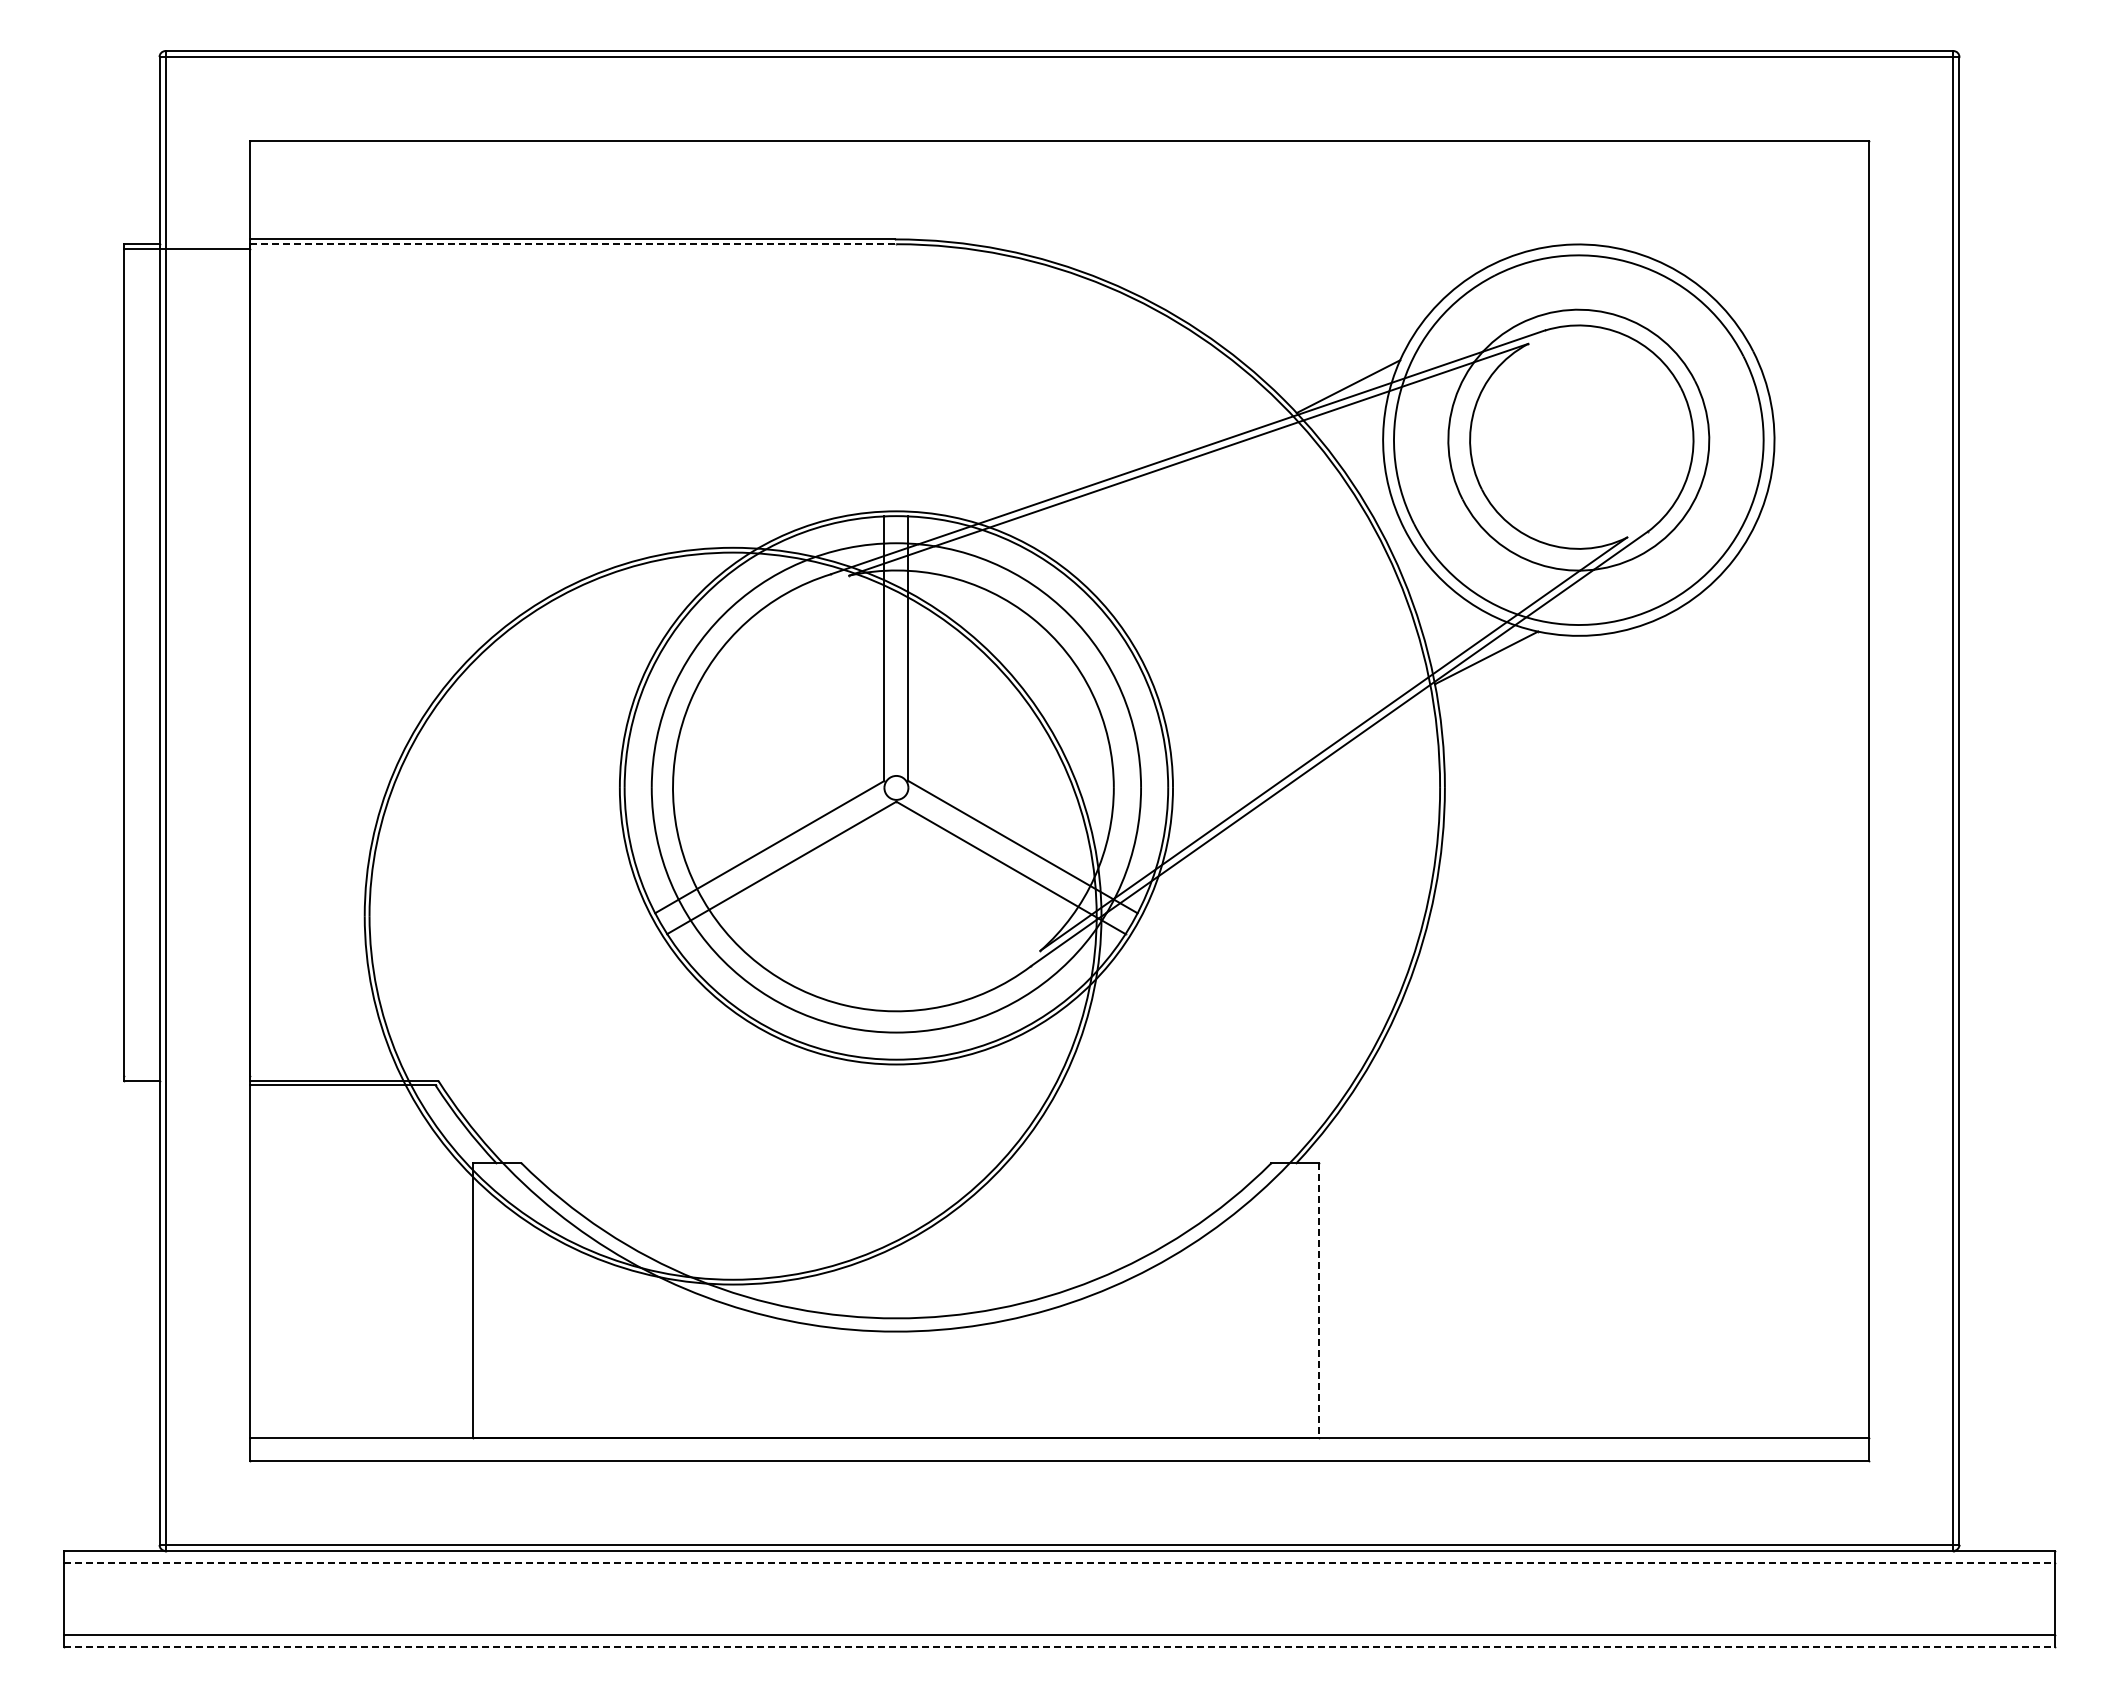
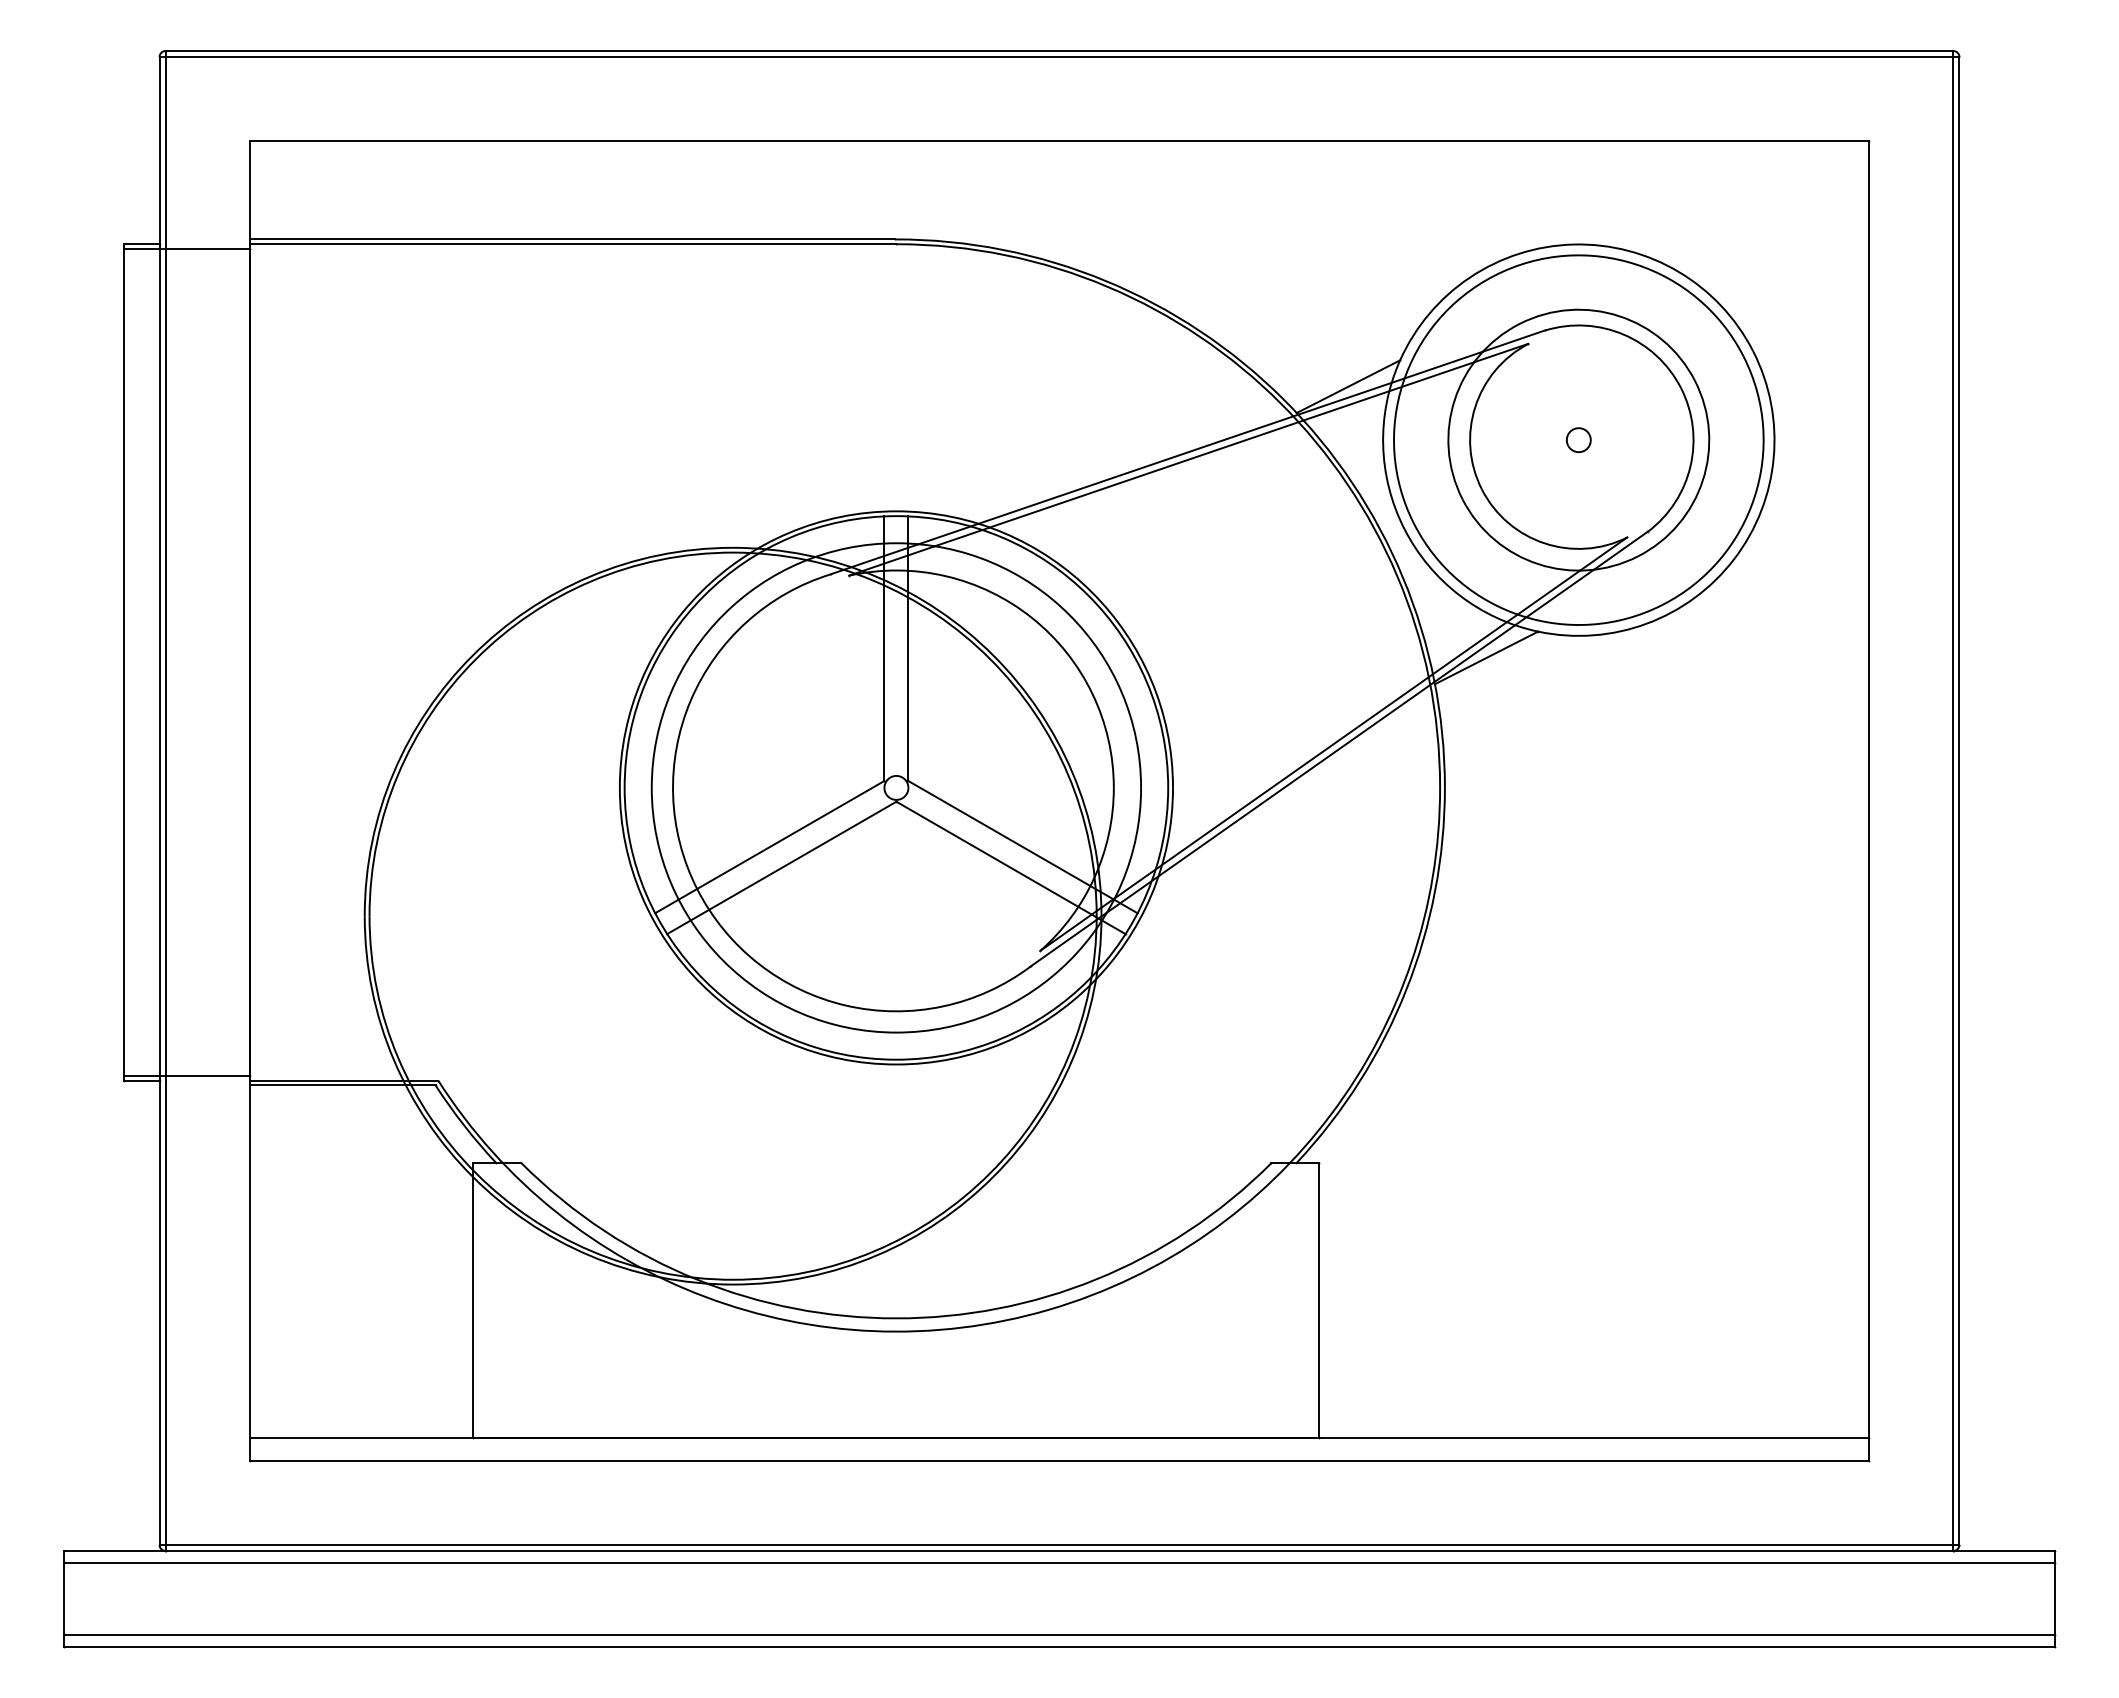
line at (573, 244): dashed -> solid
part at (1578, 440): none -> present
line at (186, 1075): none -> present
line at (1319, 1300): dashed -> solid
line at (1059, 1562): dashed -> solid
line at (1059, 1646): dashed -> solid
